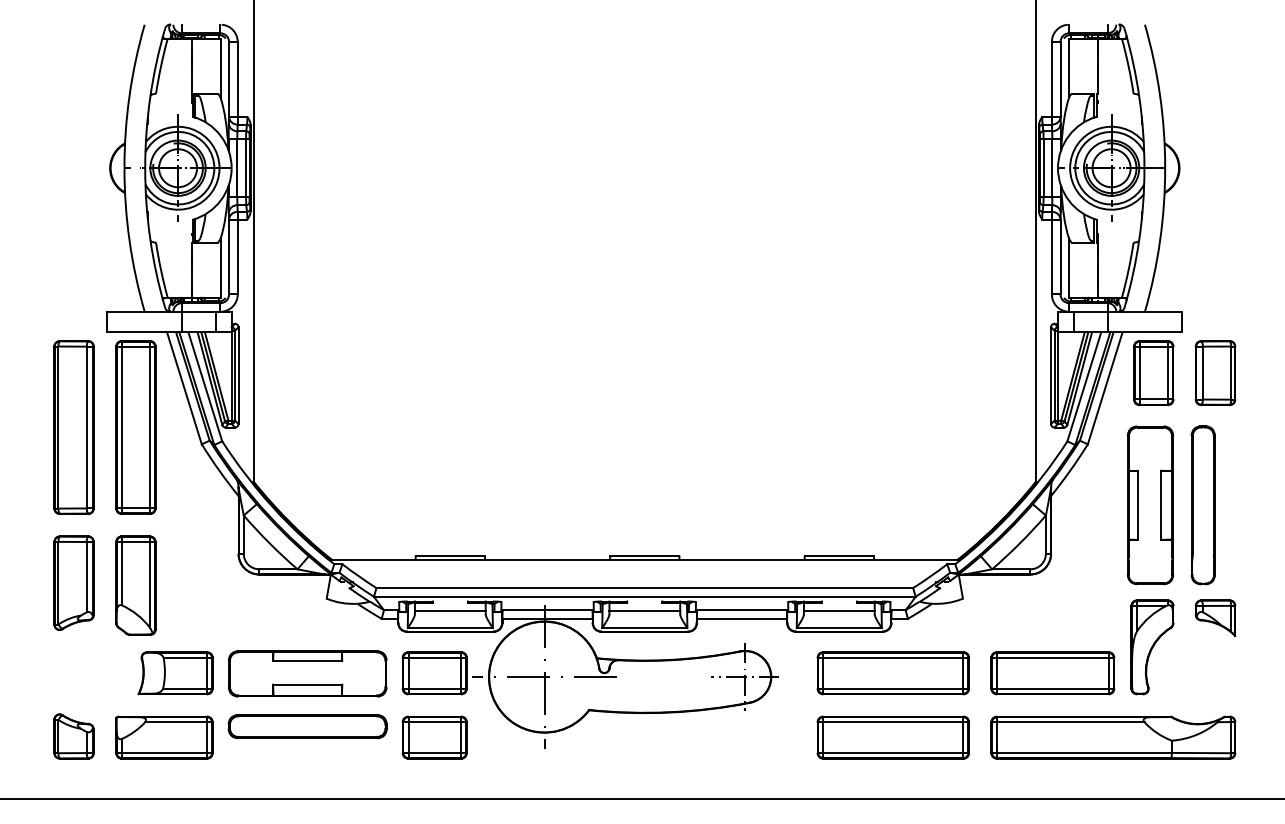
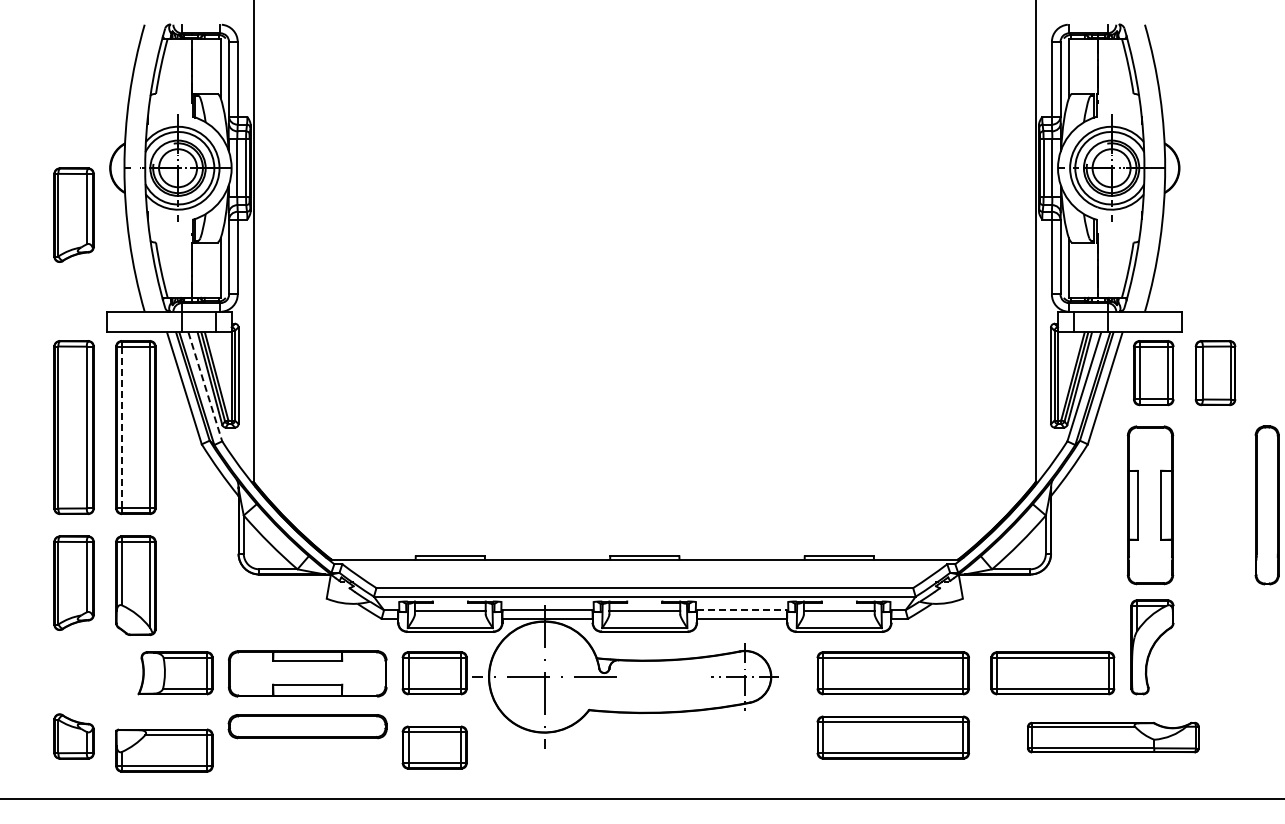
part at (73, 214): none -> present
line at (205, 387): solid -> dashed
line at (121, 427): solid -> dashed
part at (1202, 505) position: (1202, 505) -> (1266, 505)
line at (742, 610): solid -> dashed
part at (1215, 617): present -> none
part at (164, 737) position: (164, 737) -> (164, 750)
part at (434, 737) position: (434, 737) -> (434, 747)
part at (1113, 737) size: 247x45 px -> 173x33 px
